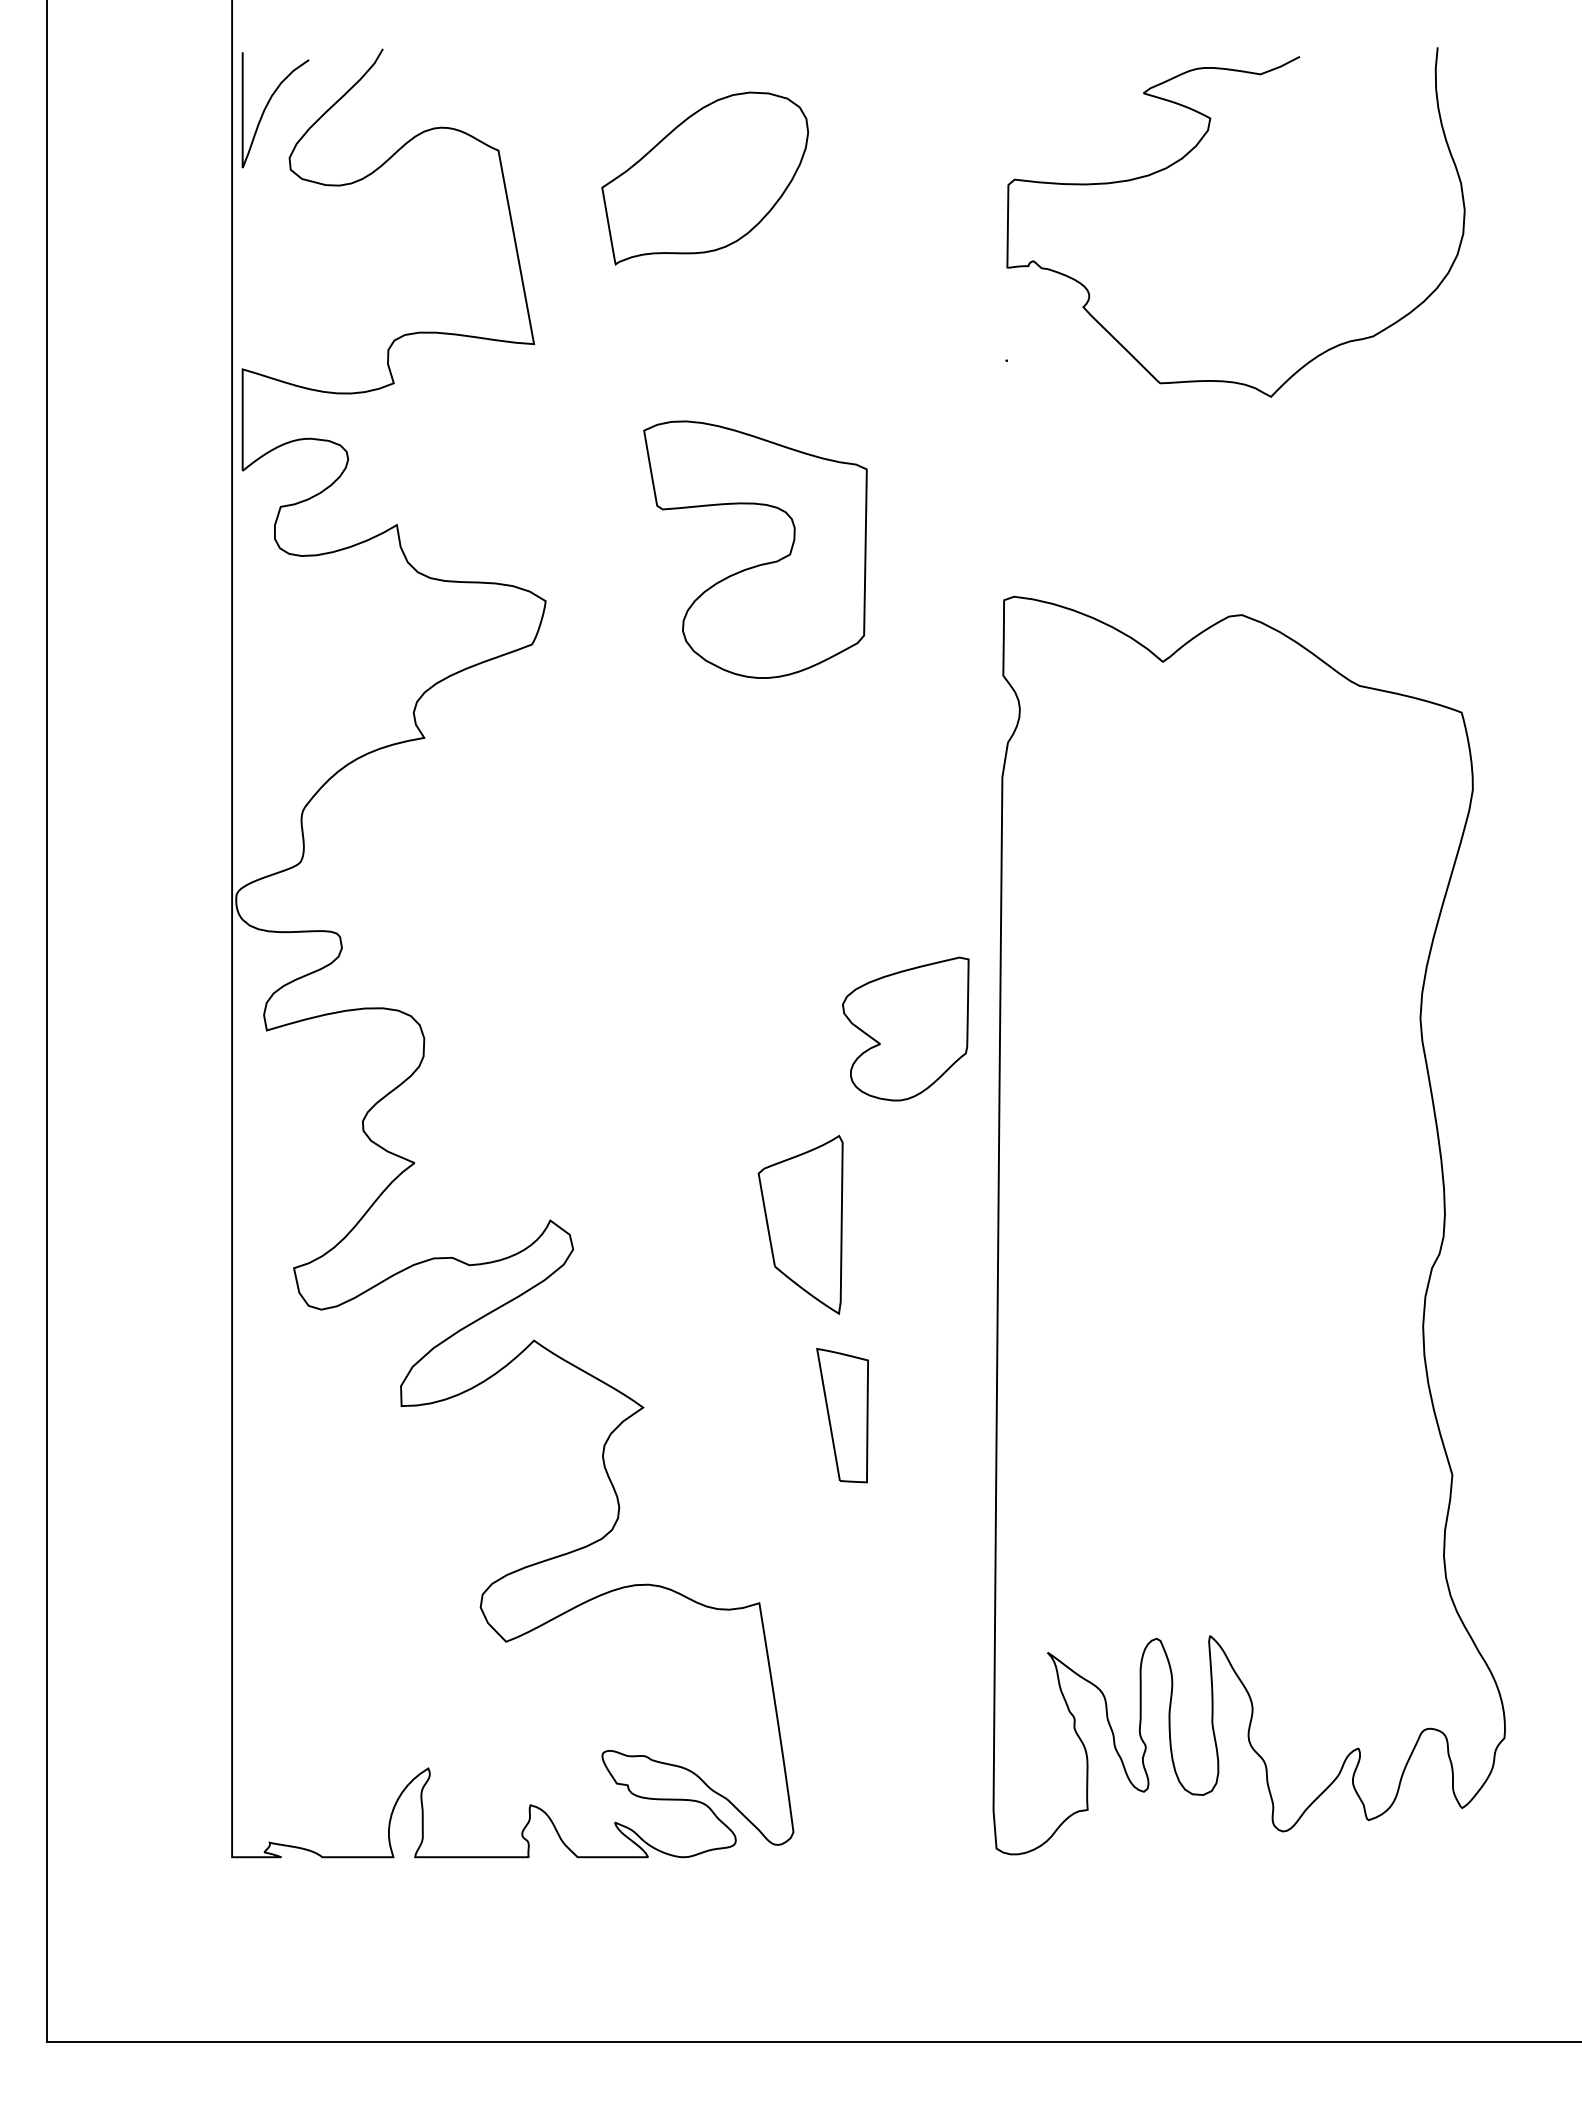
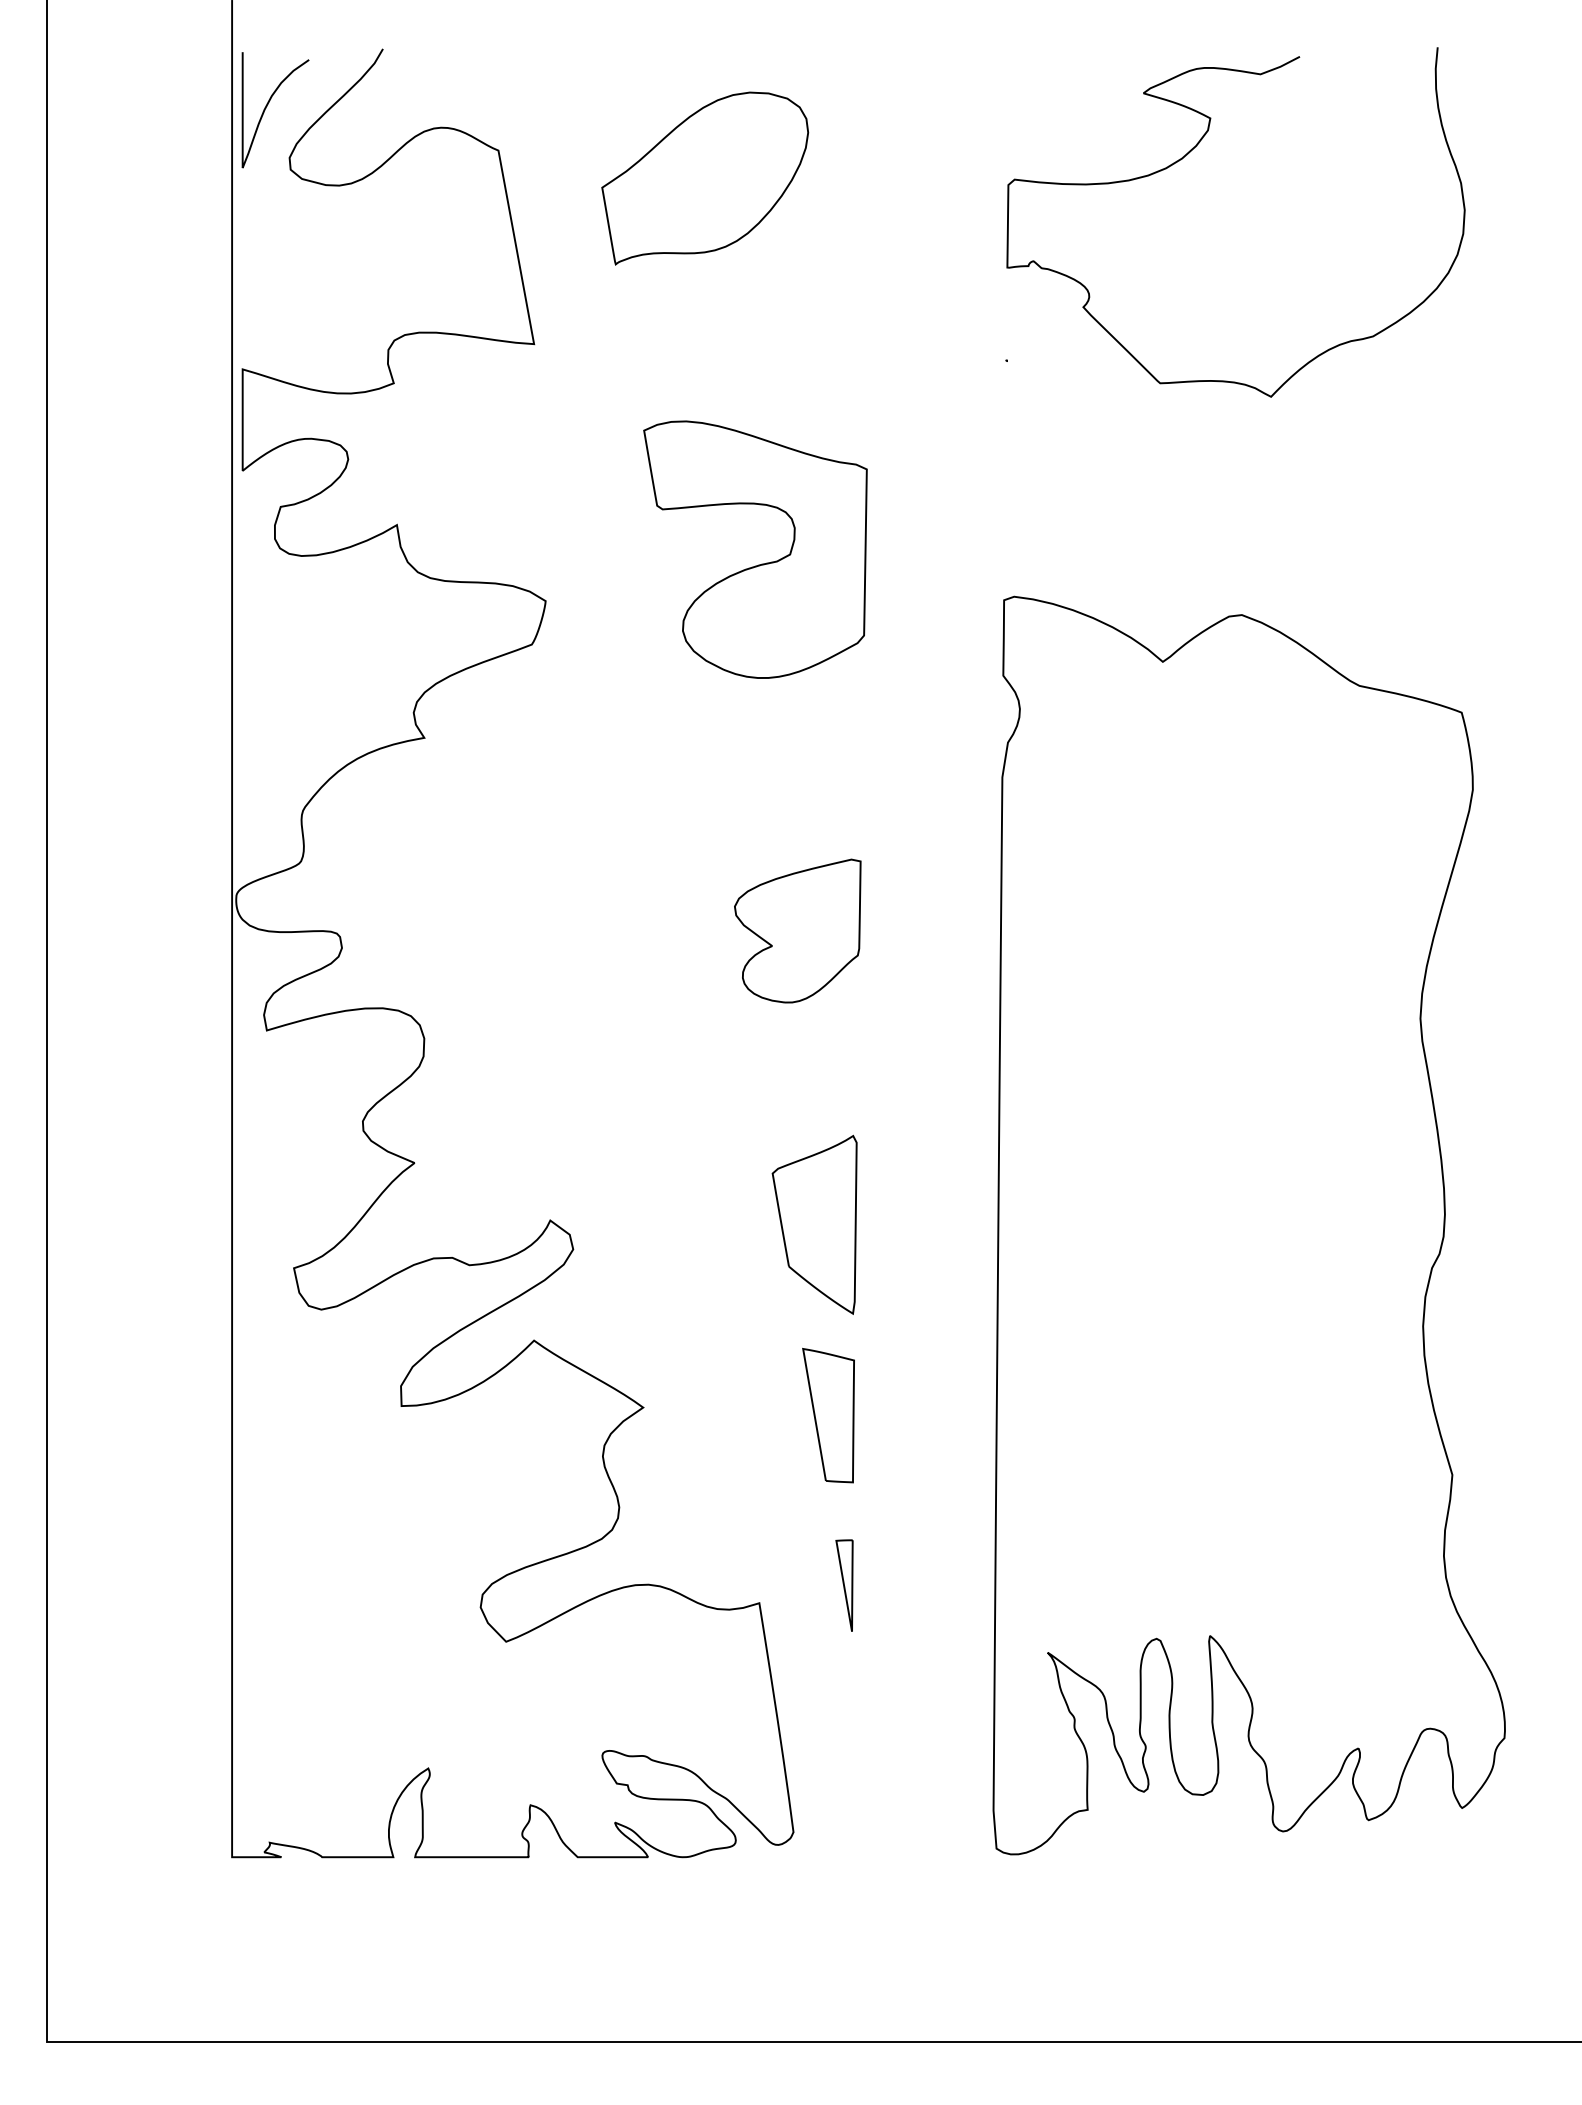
part at (905, 1028) position: (905, 1028) -> (797, 930)
part at (800, 1224) position: (800, 1224) -> (814, 1224)
part at (842, 1415) position: (842, 1415) -> (828, 1415)
part at (844, 1585): none -> present
